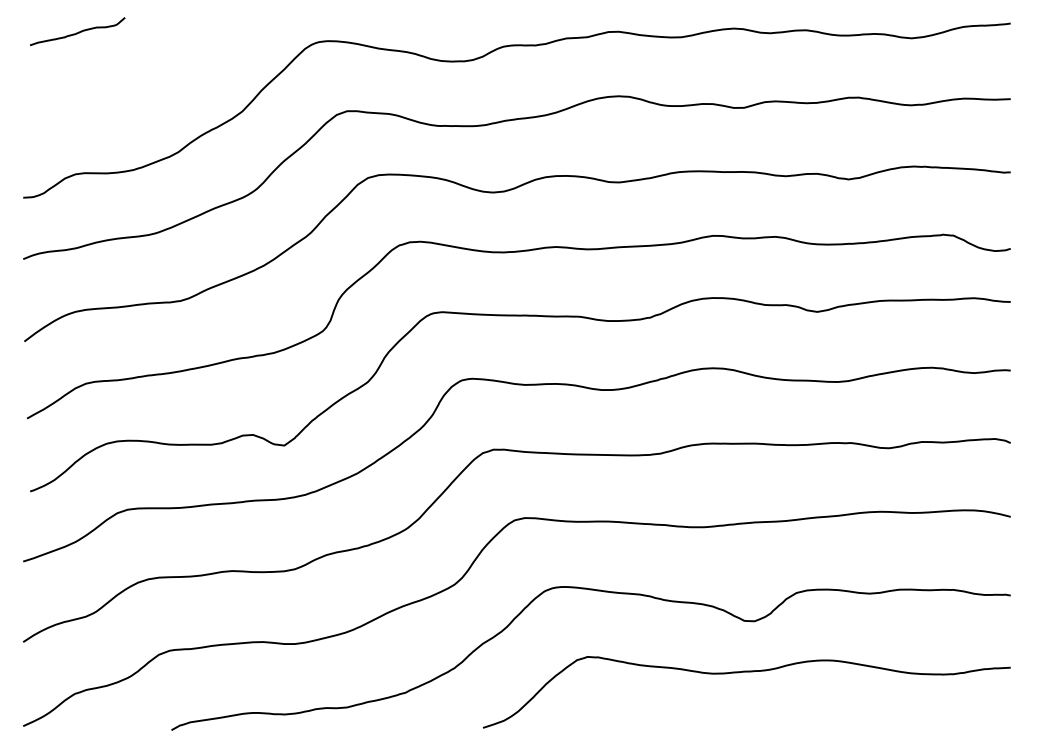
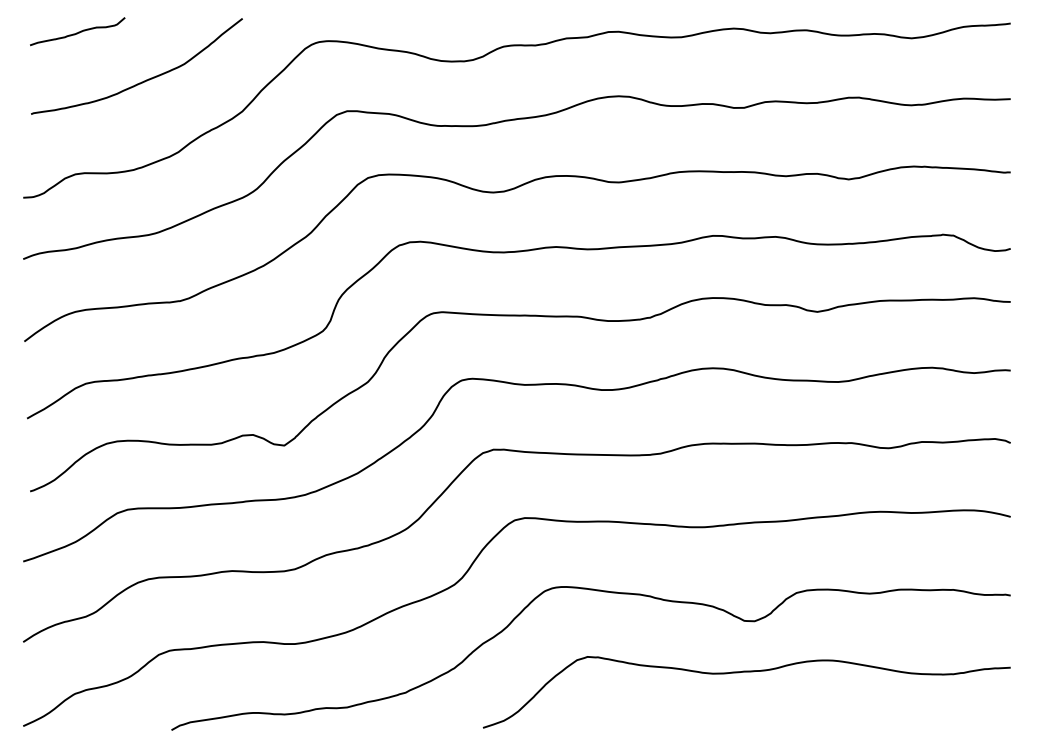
curve at (141, 81): none -> present
